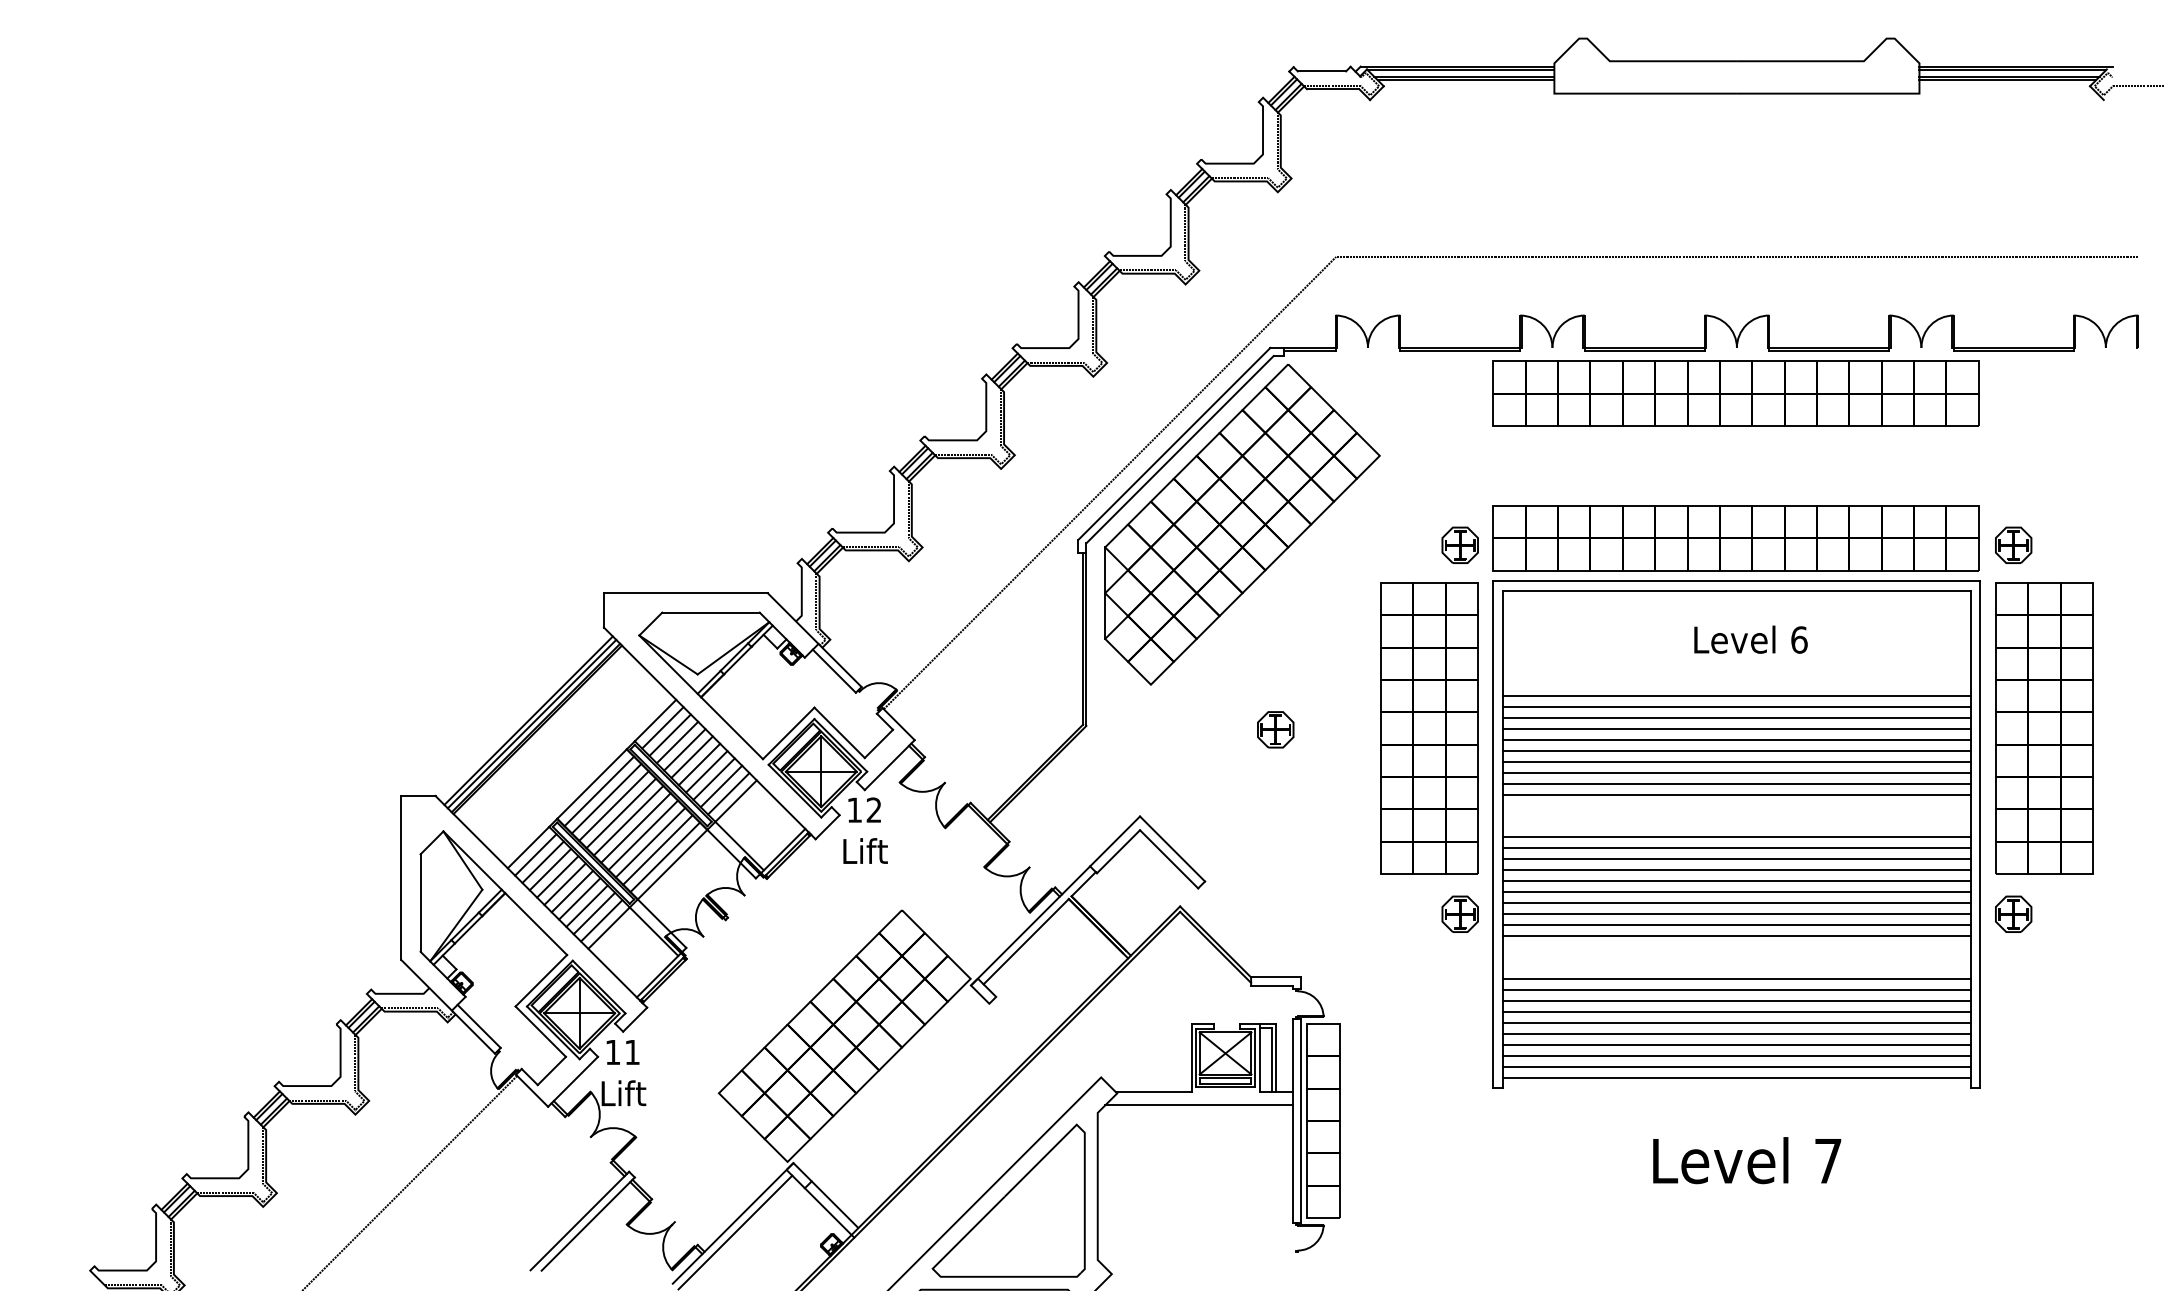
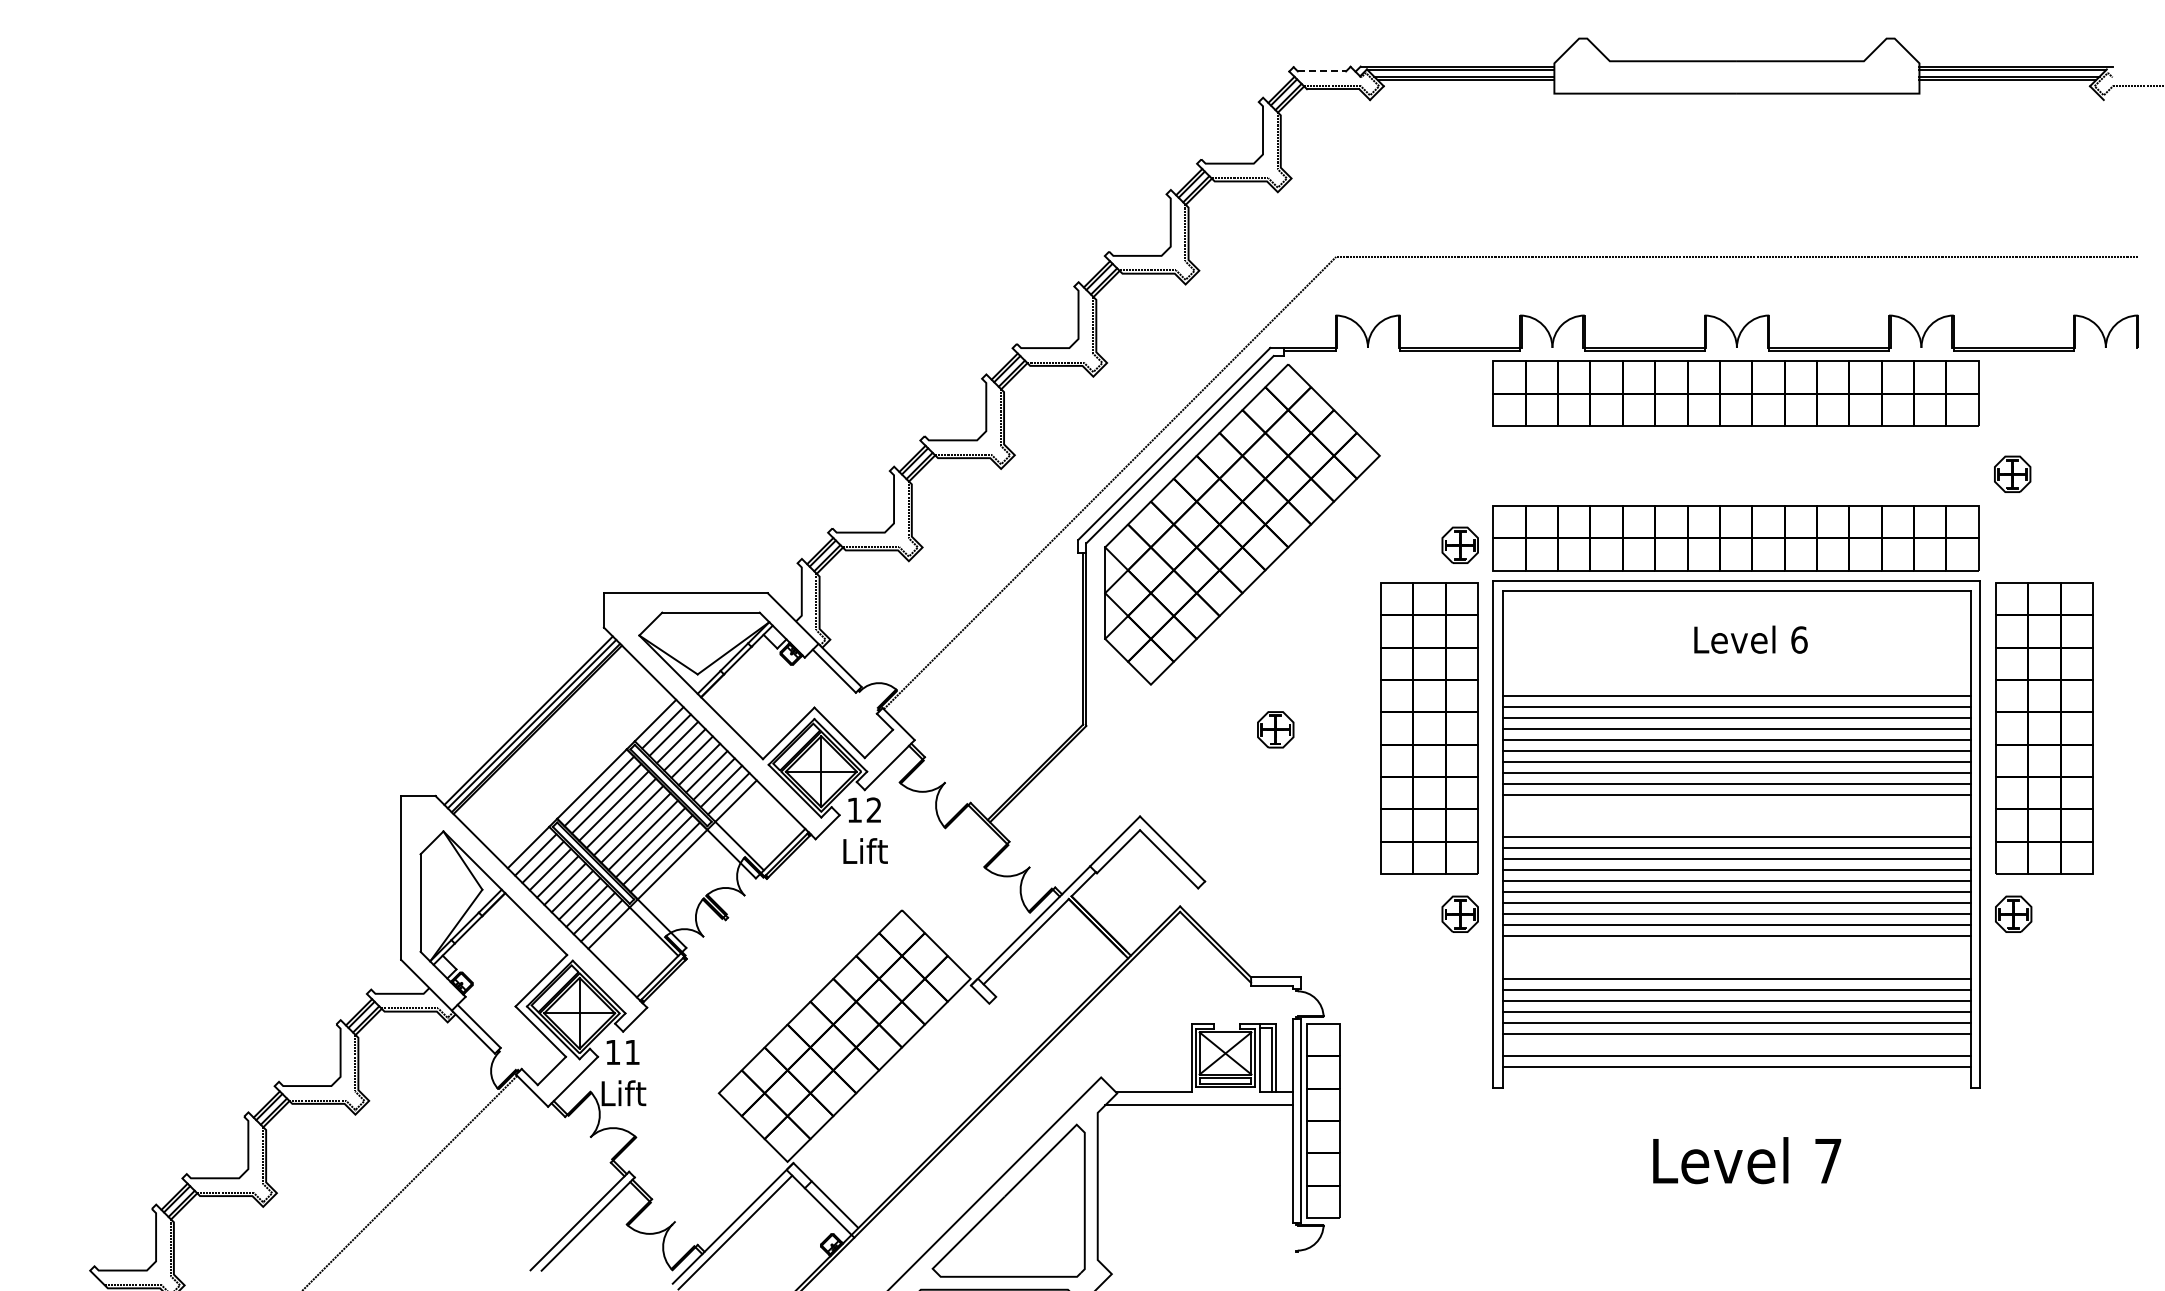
line at (1322, 71): solid -> dashed
part at (2013, 544) position: (2013, 544) -> (2012, 473)
line at (1736, 1045): present -> none
line at (1736, 1078): present -> none
